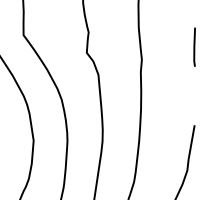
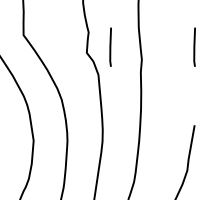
line at (110, 46): none -> present
